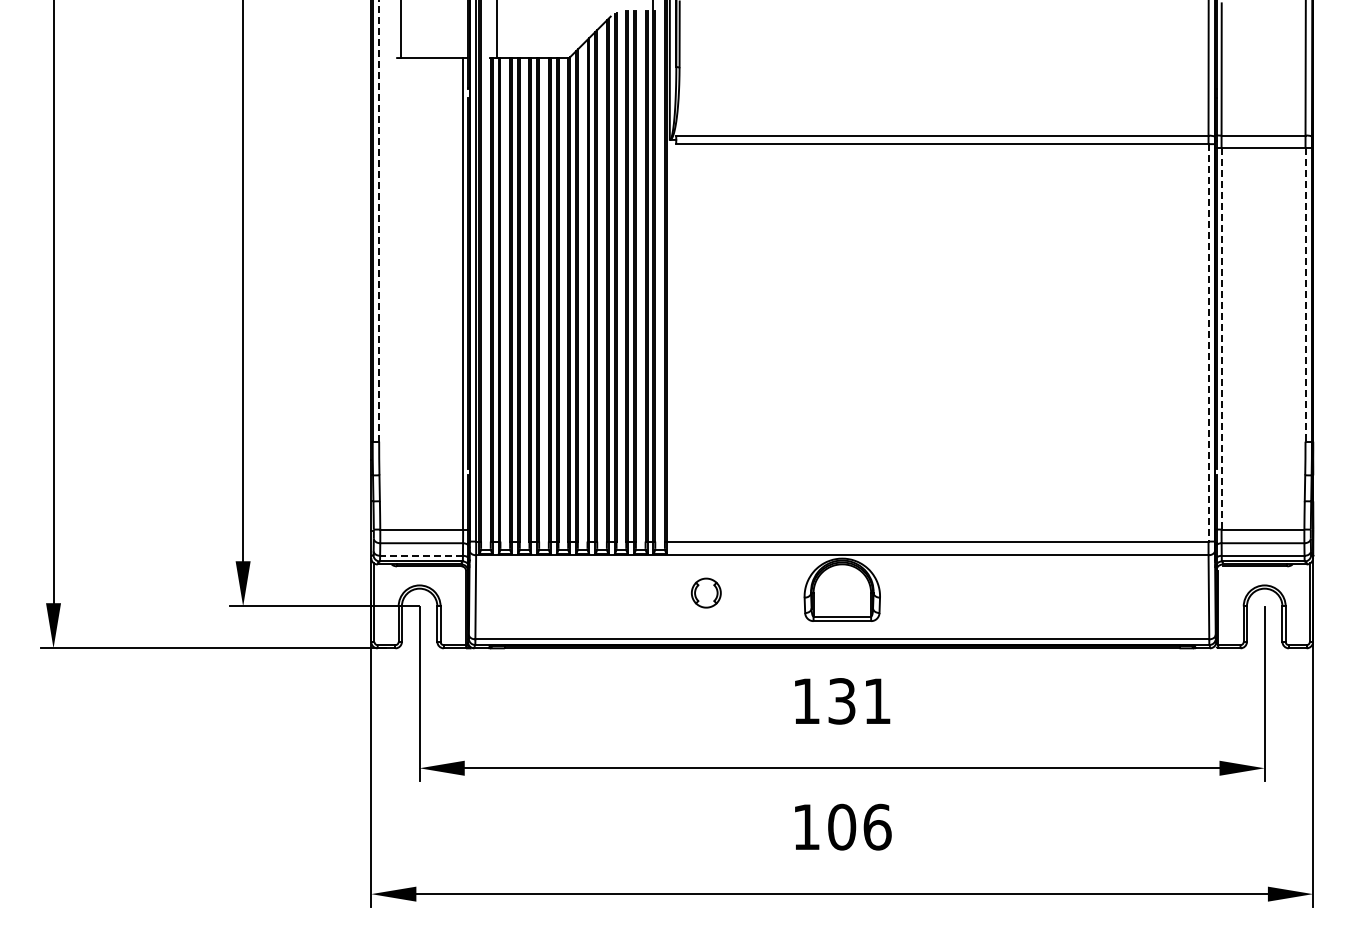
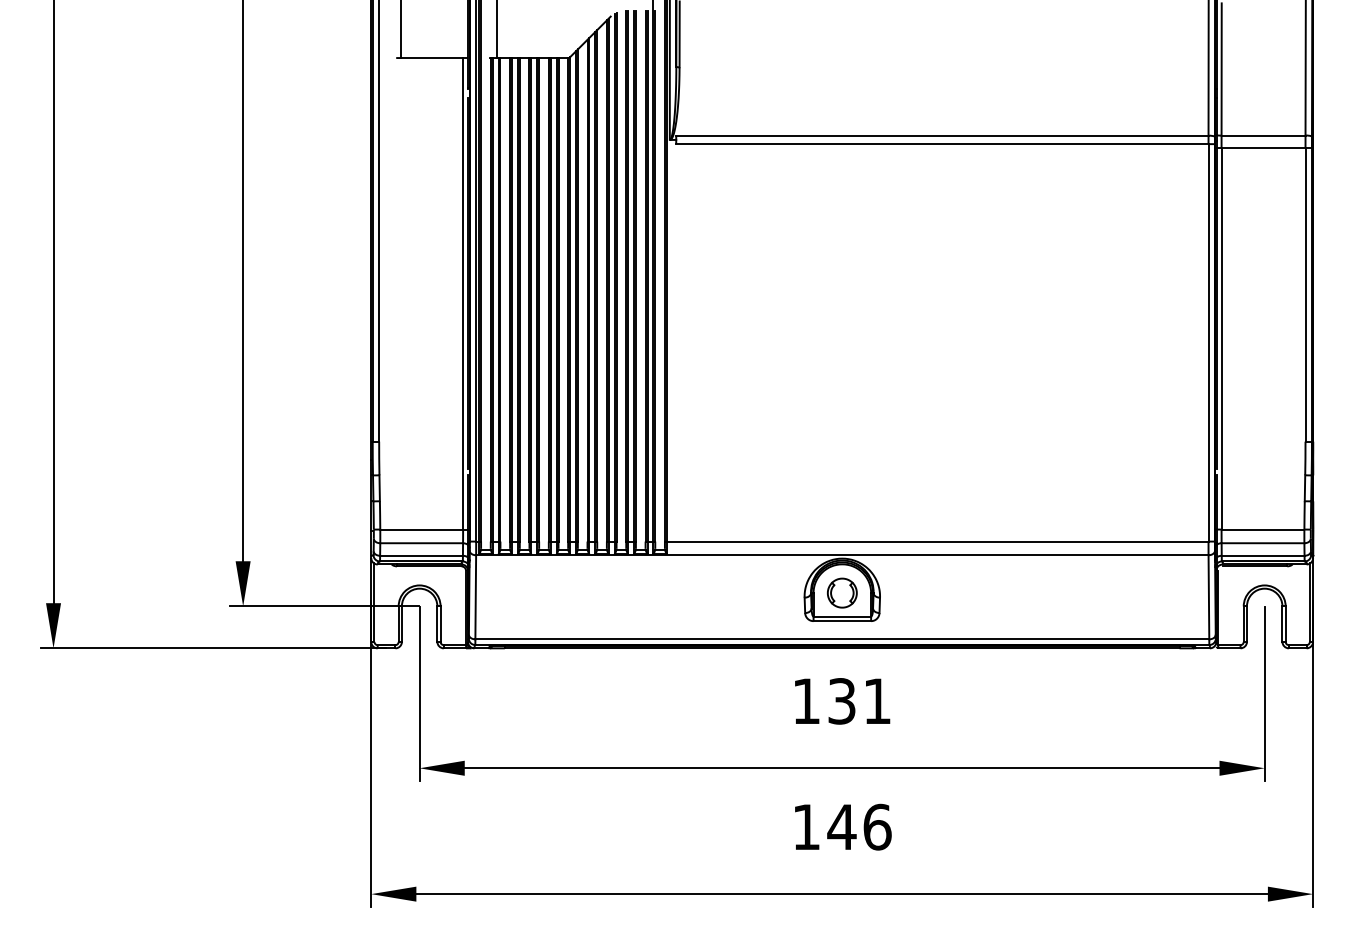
line at (379, 221): dashed -> solid
line at (1305, 294): dashed -> solid
line at (1221, 338): dashed -> solid
line at (1208, 342): dashed -> solid
line at (421, 555): dashed -> solid
part at (706, 592) position: (706, 592) -> (842, 592)
text at (841, 826): 106 -> 146
